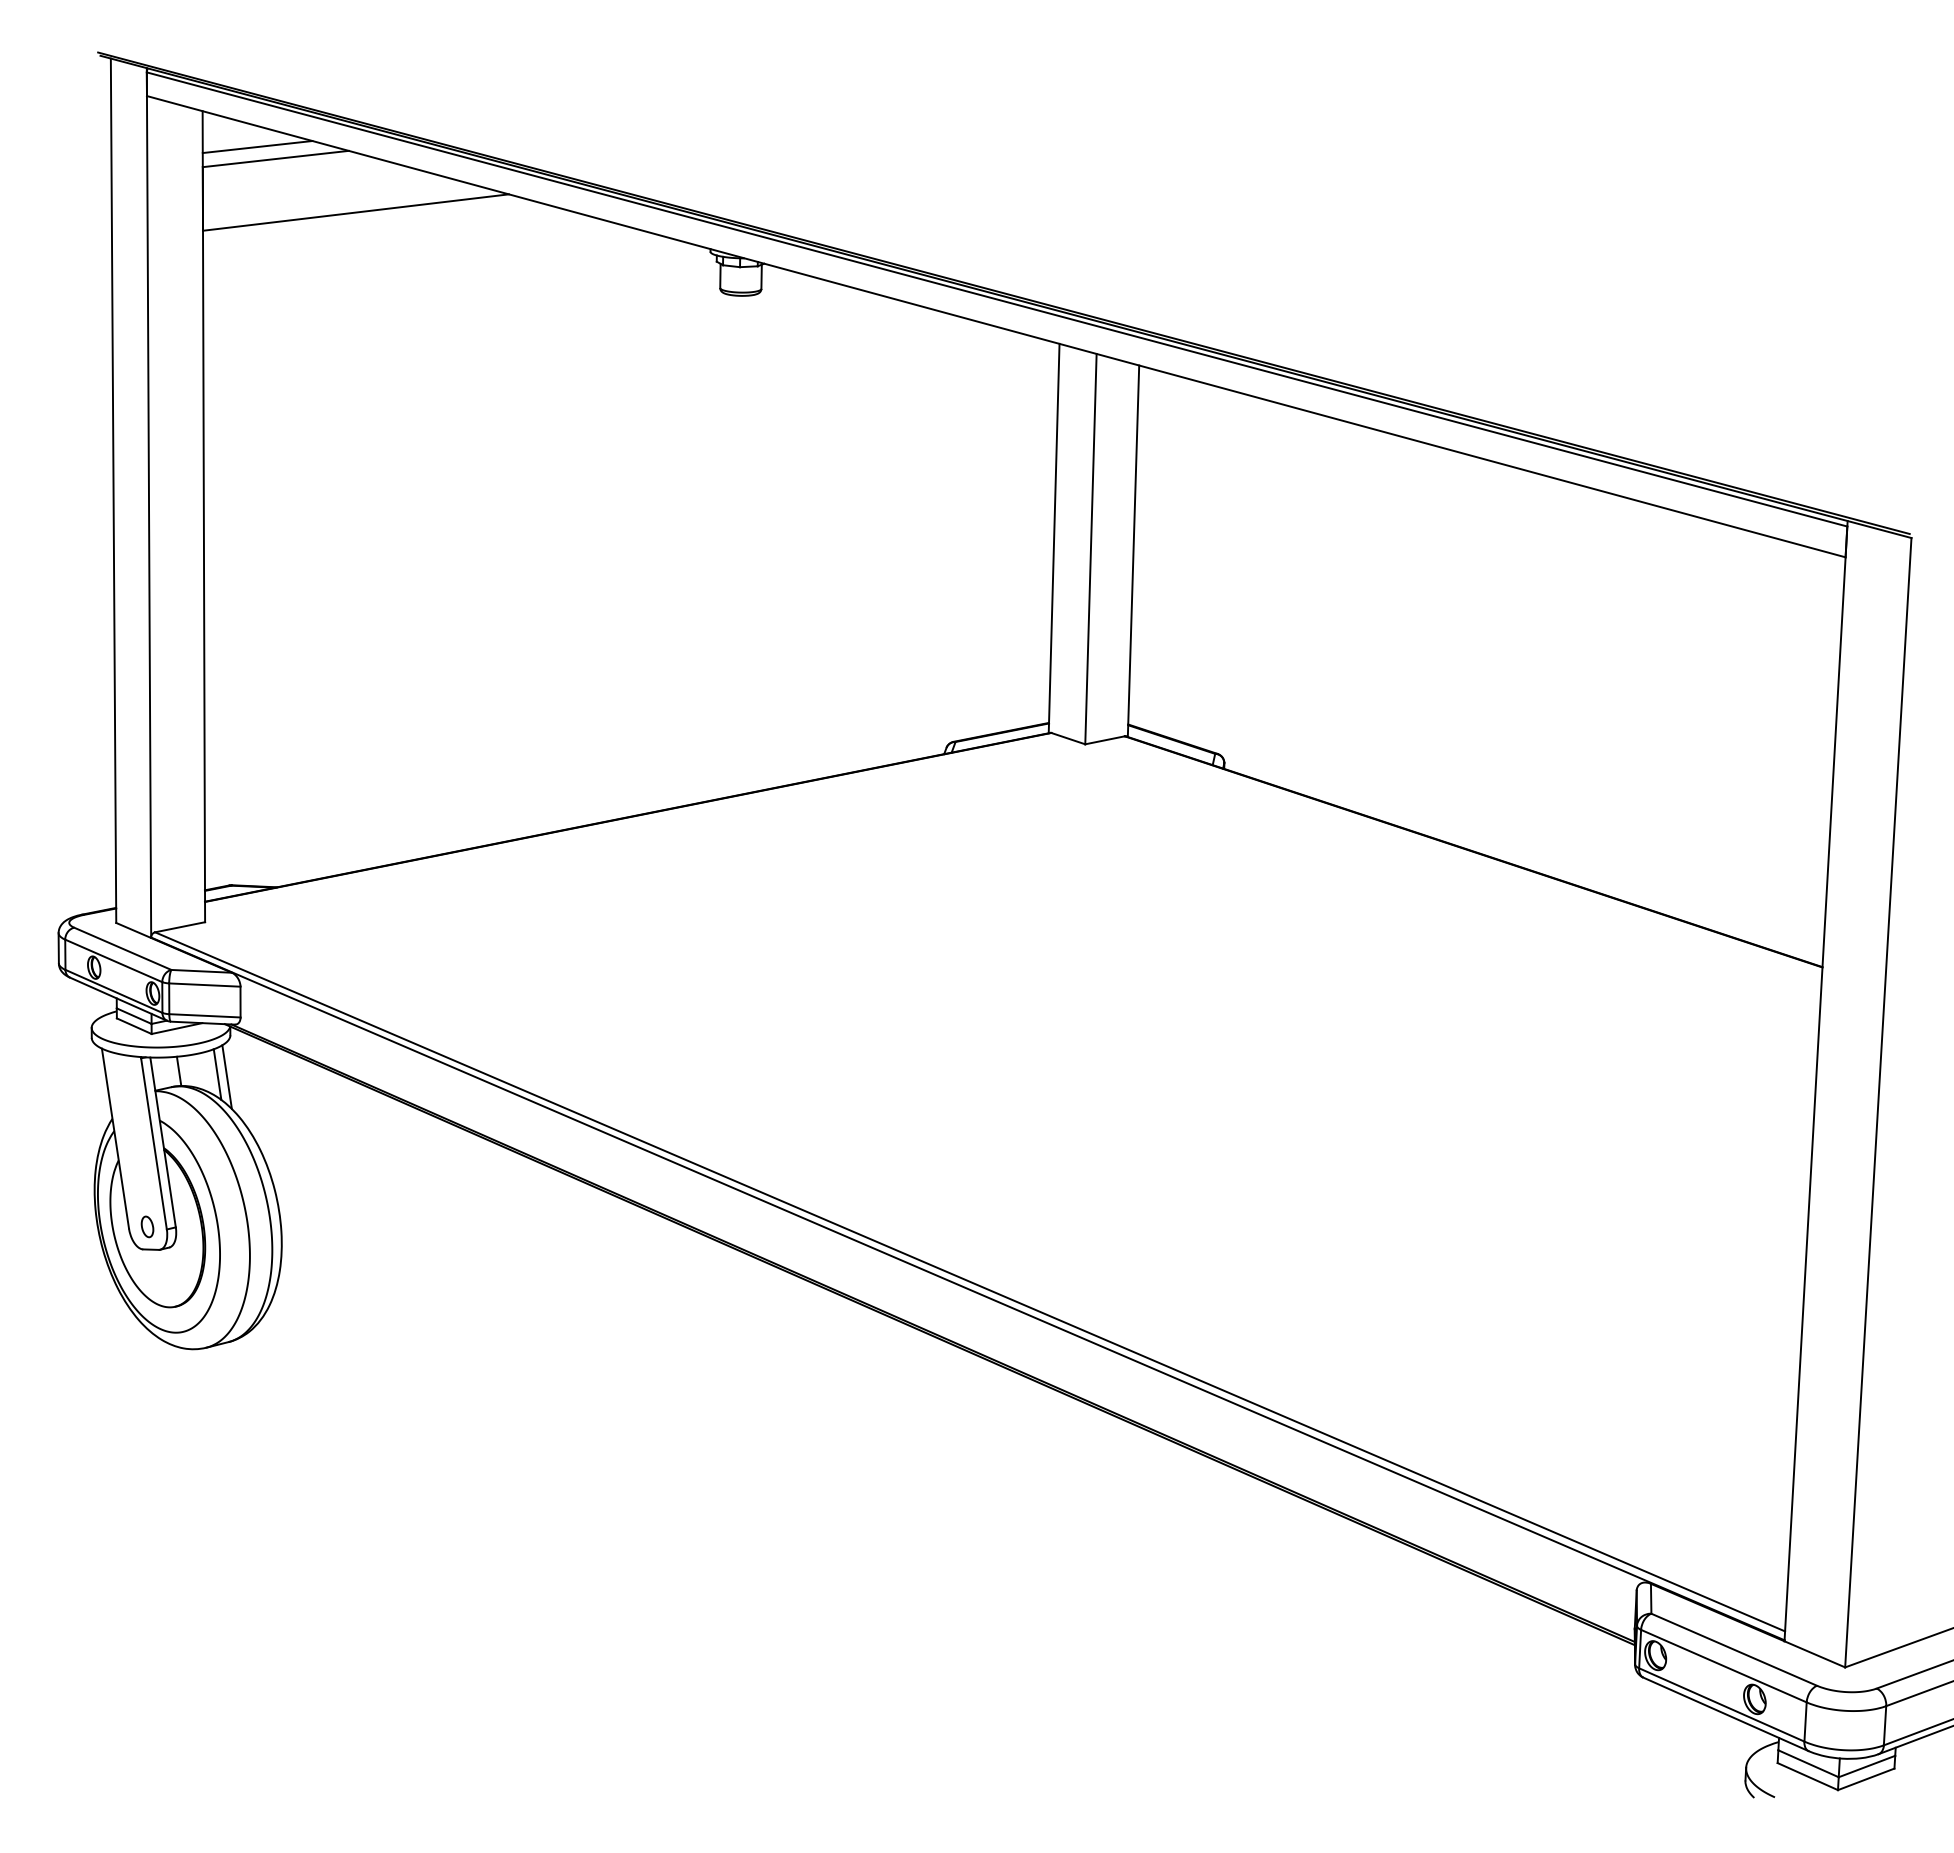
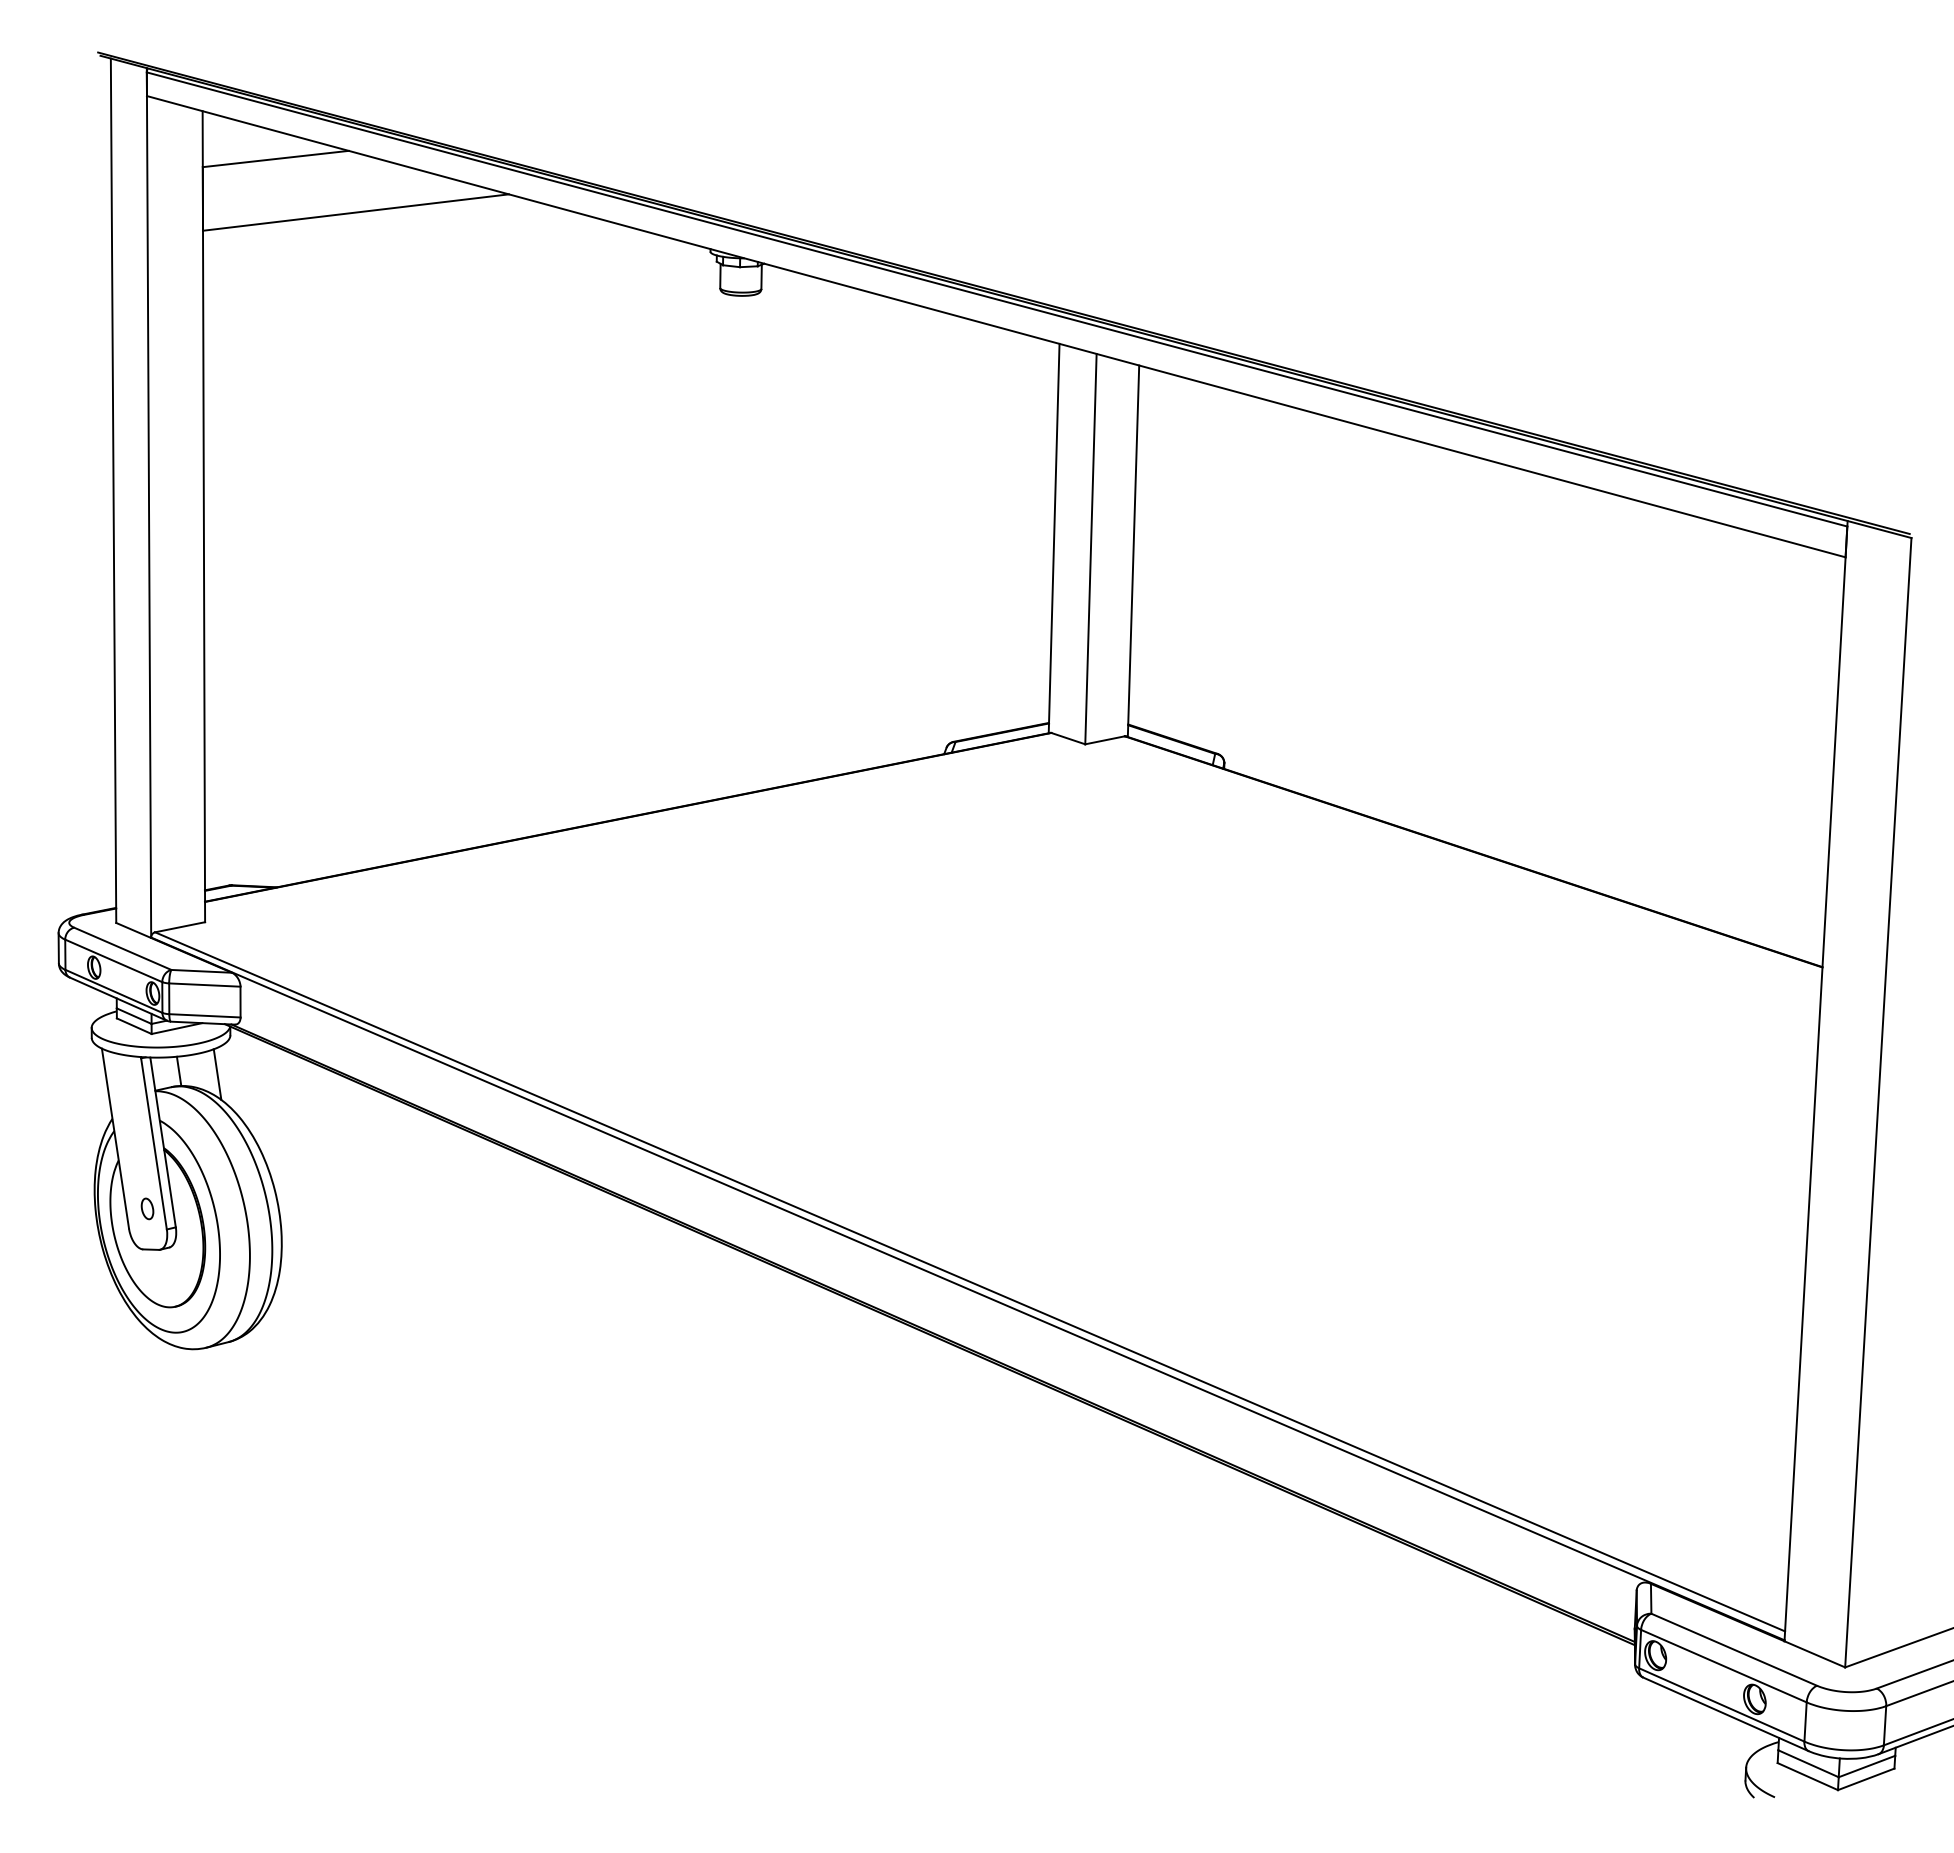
line at (257, 147): present -> none
line at (226, 1076): present -> none
part at (147, 1226) position: (147, 1226) -> (147, 1208)
